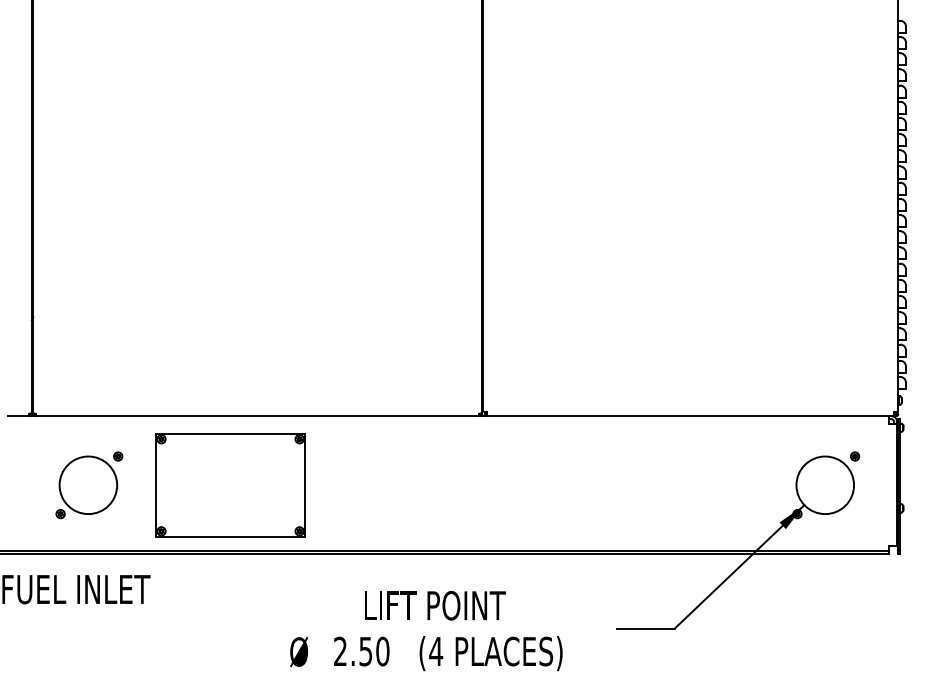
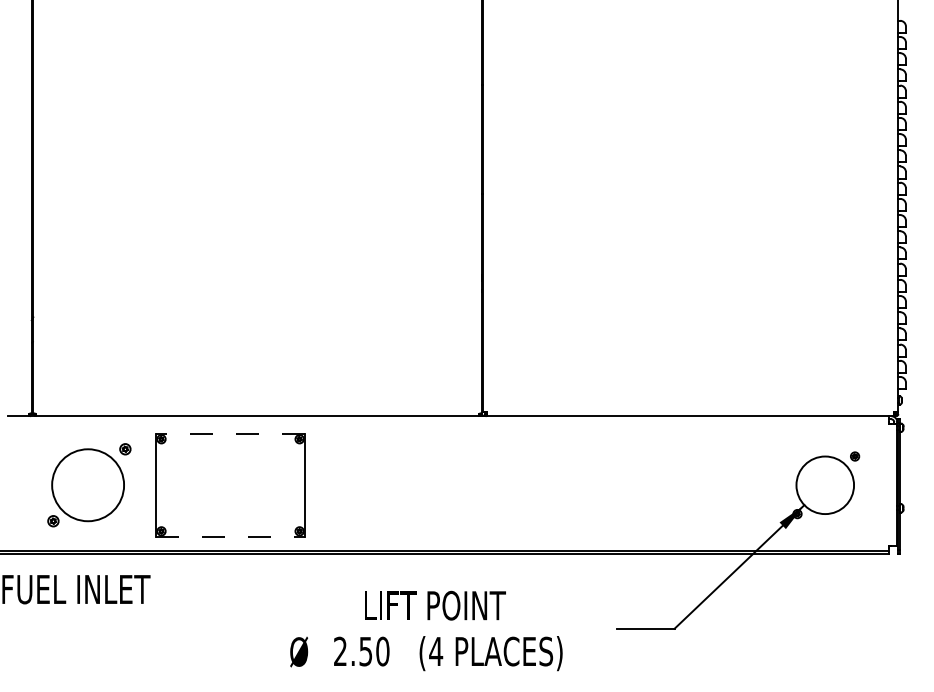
line at (230, 433): solid -> dashed
part at (89, 485) size: 69x69 px -> 85x85 px
line at (230, 537): solid -> dashed
